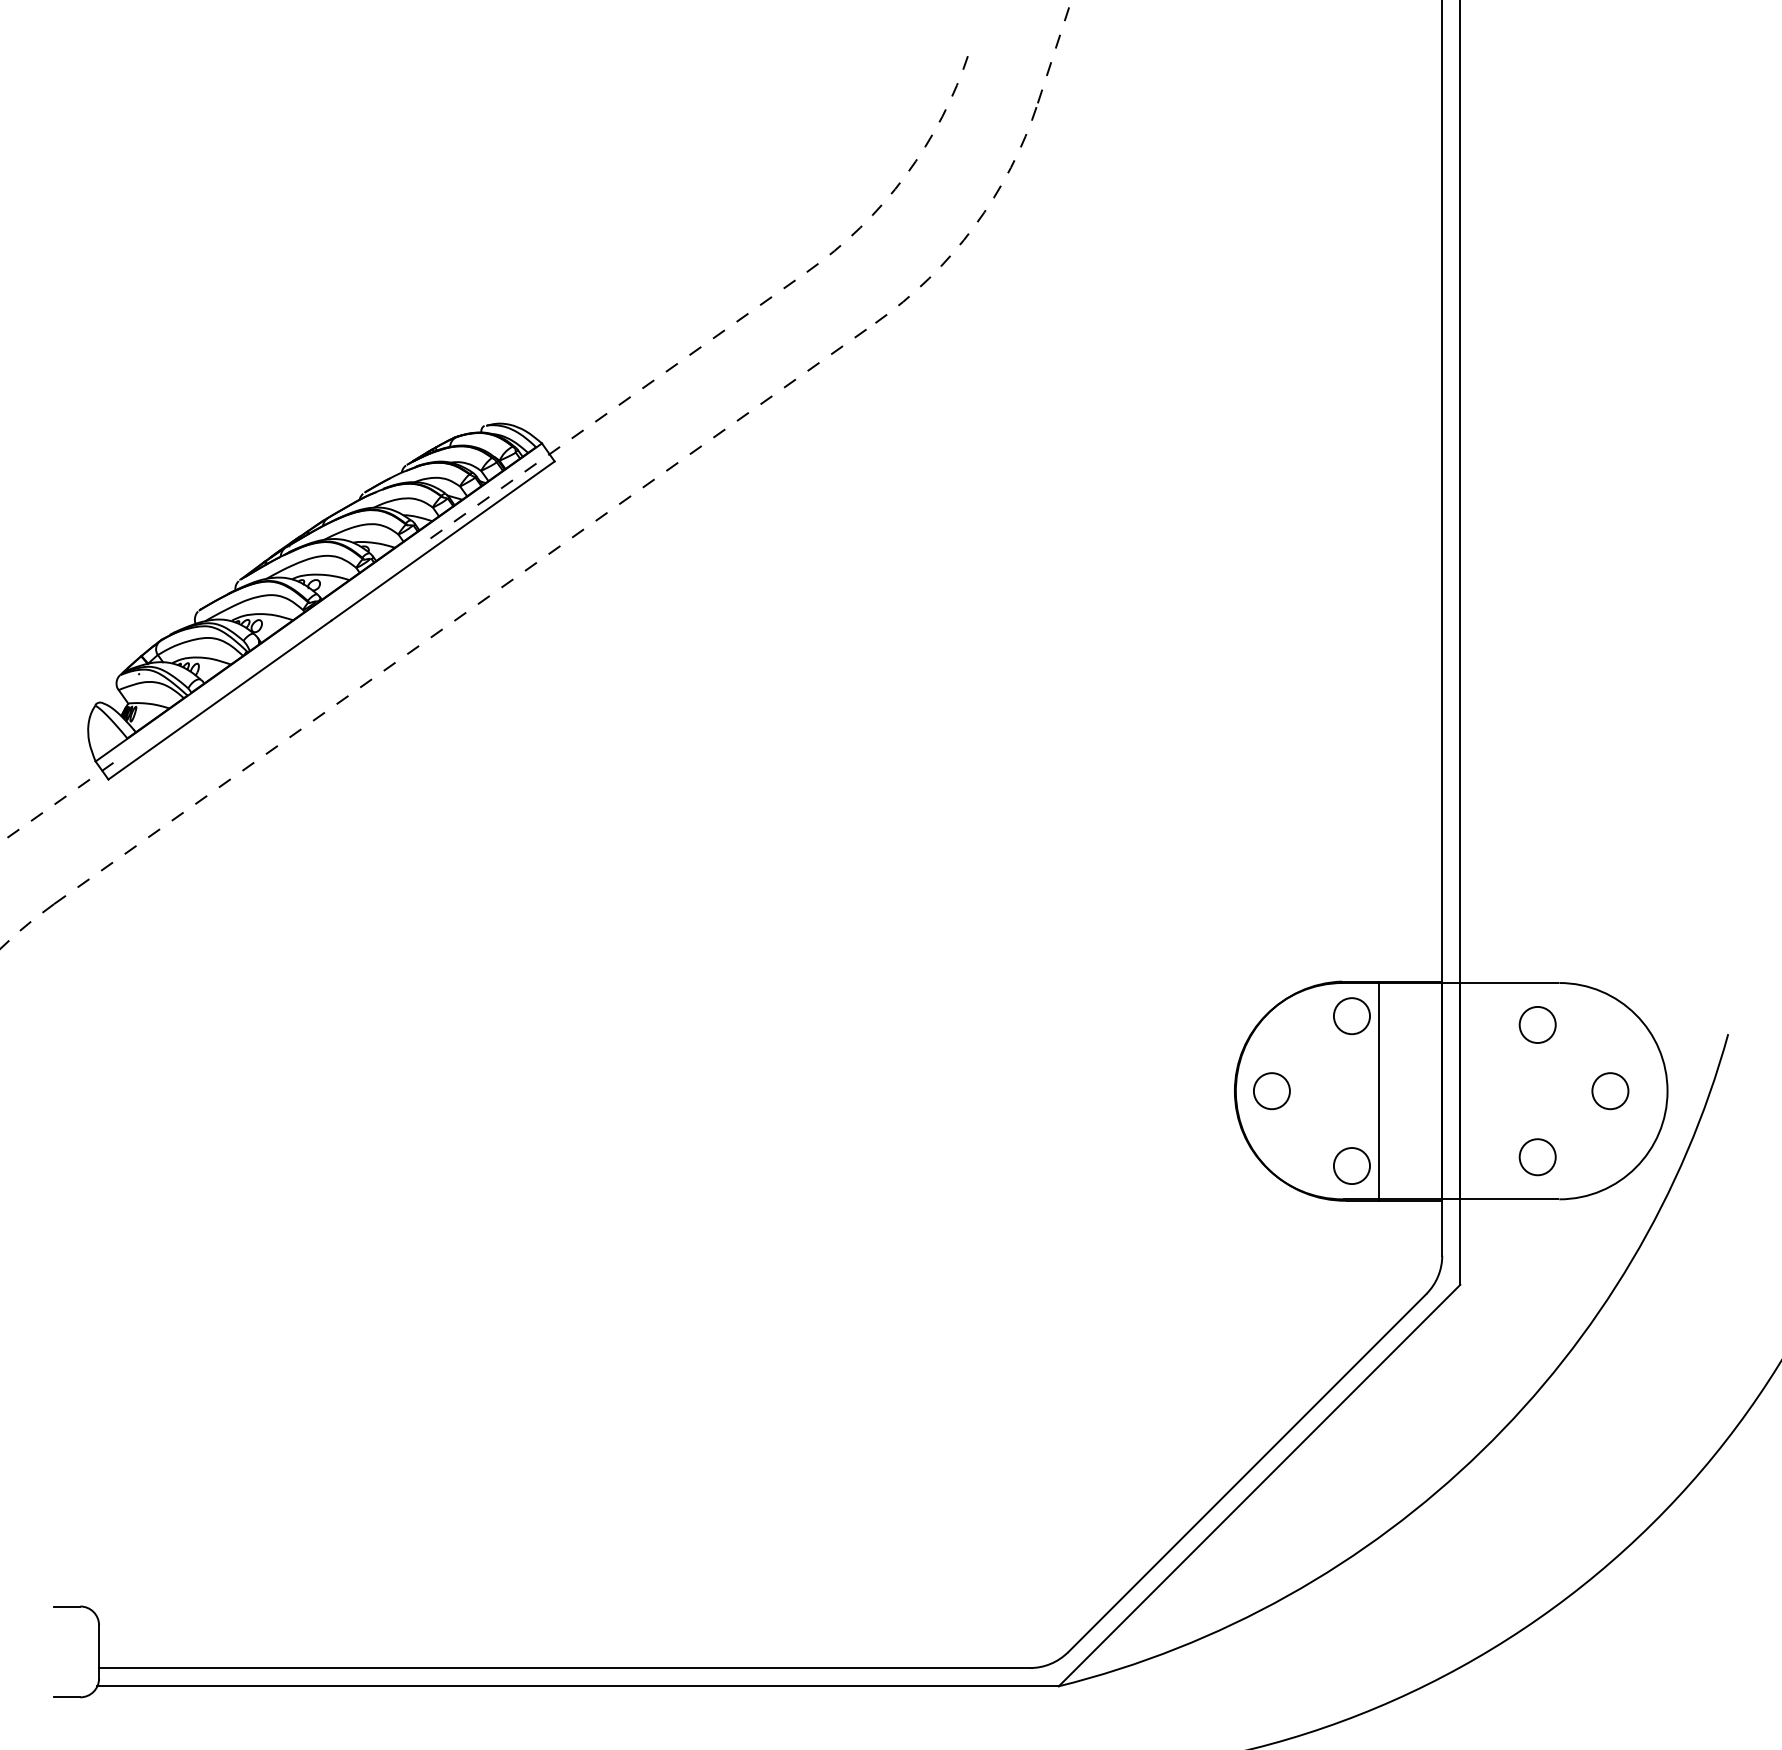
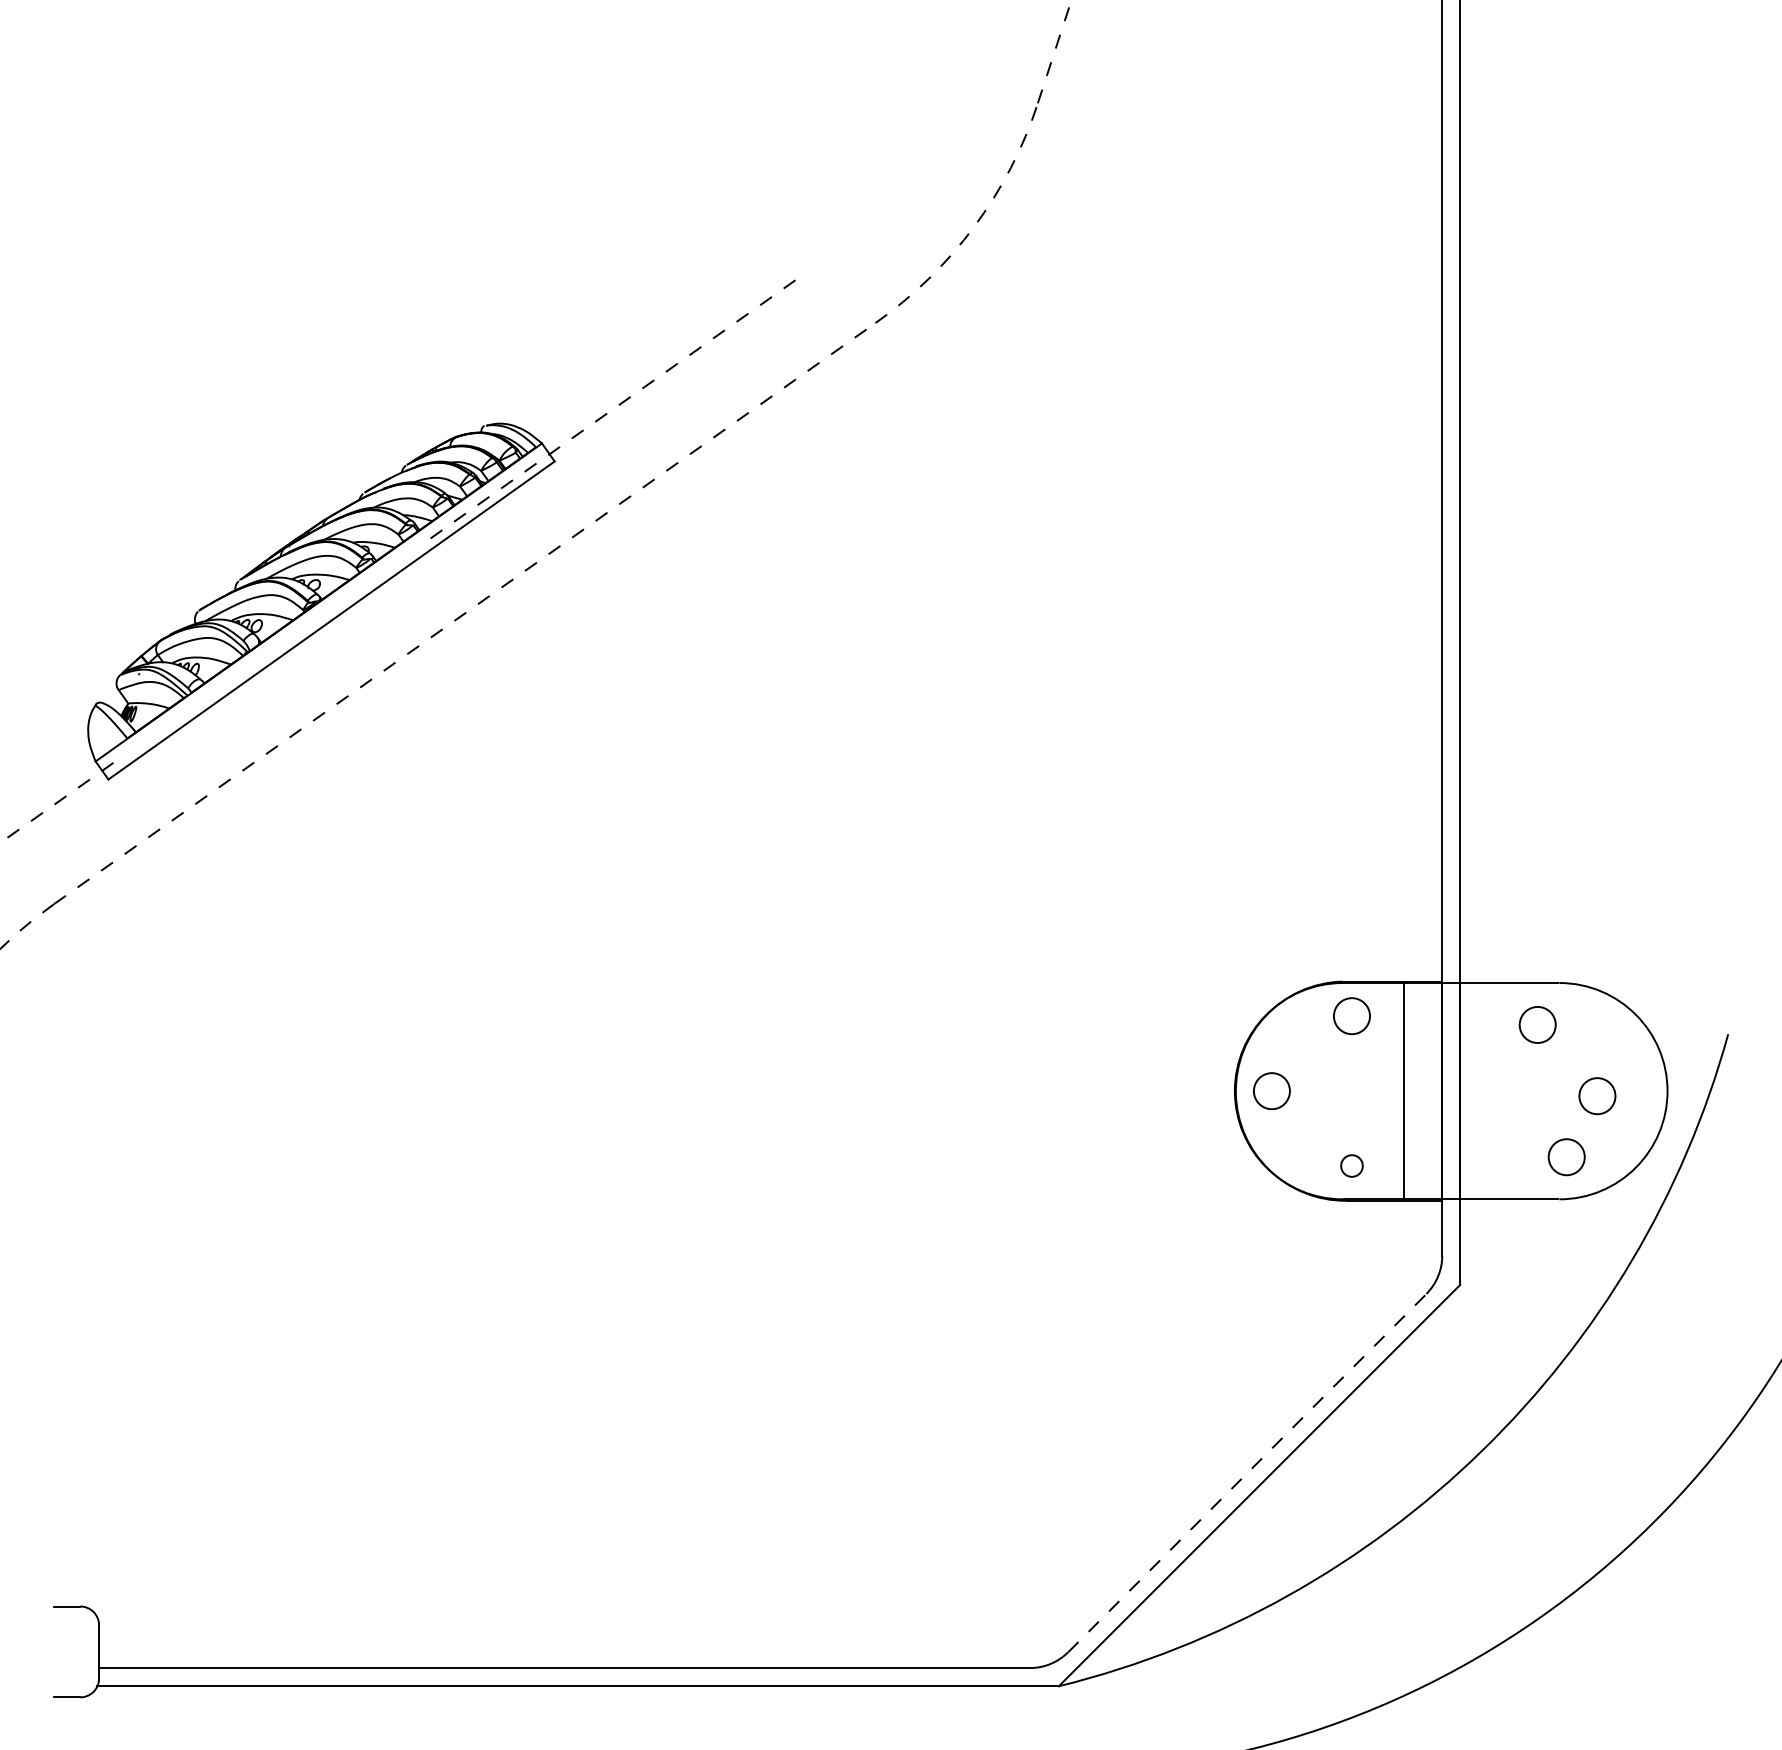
arc at (908, 169): present -> none
line at (1379, 1090) position: (1379, 1090) -> (1404, 1090)
circle at (1610, 1091) position: (1610, 1091) -> (1597, 1096)
circle at (1537, 1157) position: (1537, 1157) -> (1566, 1157)
circle at (1351, 1165) size: 38x38 px -> 24x24 px
line at (1247, 1472): solid -> dashed
